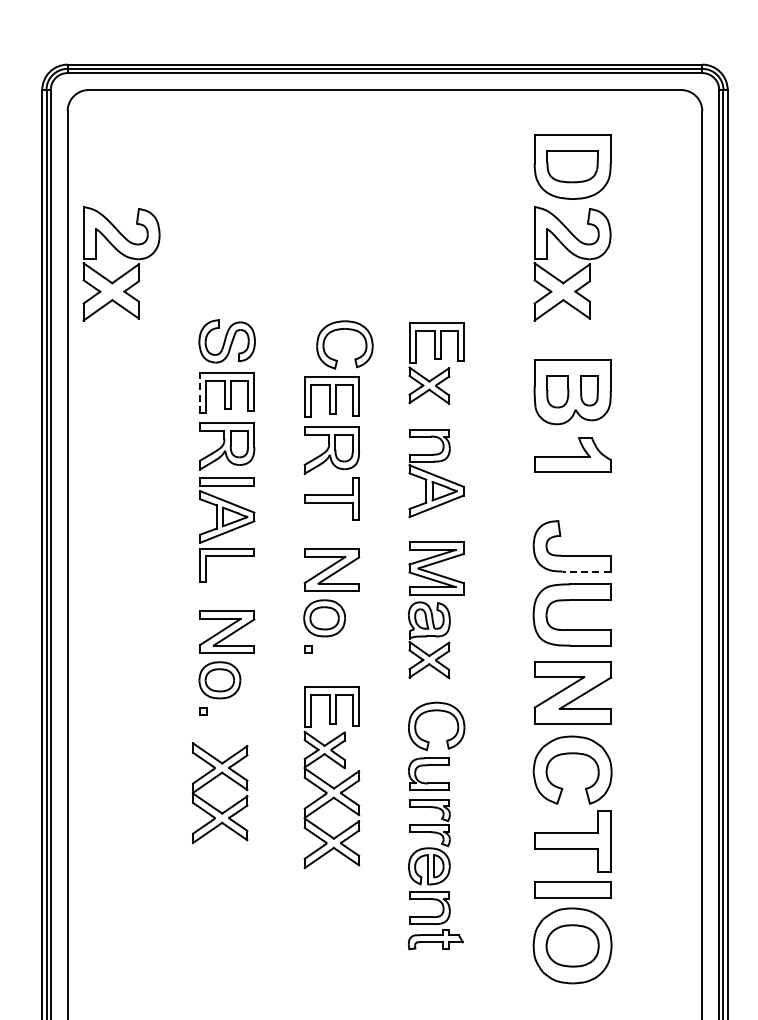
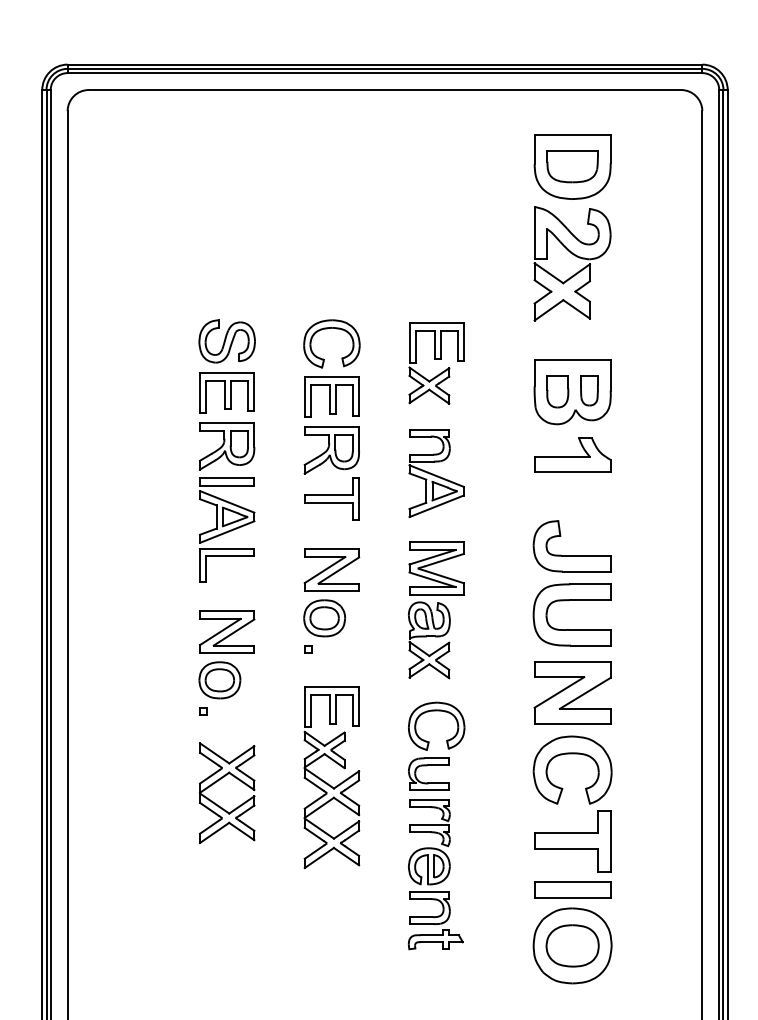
part at (125, 257): present -> none
part at (340, 330) position: (340, 330) -> (327, 329)
line at (200, 393): dashed -> solid
line at (586, 571): dashed -> solid
part at (211, 781) position: (211, 781) -> (218, 781)
